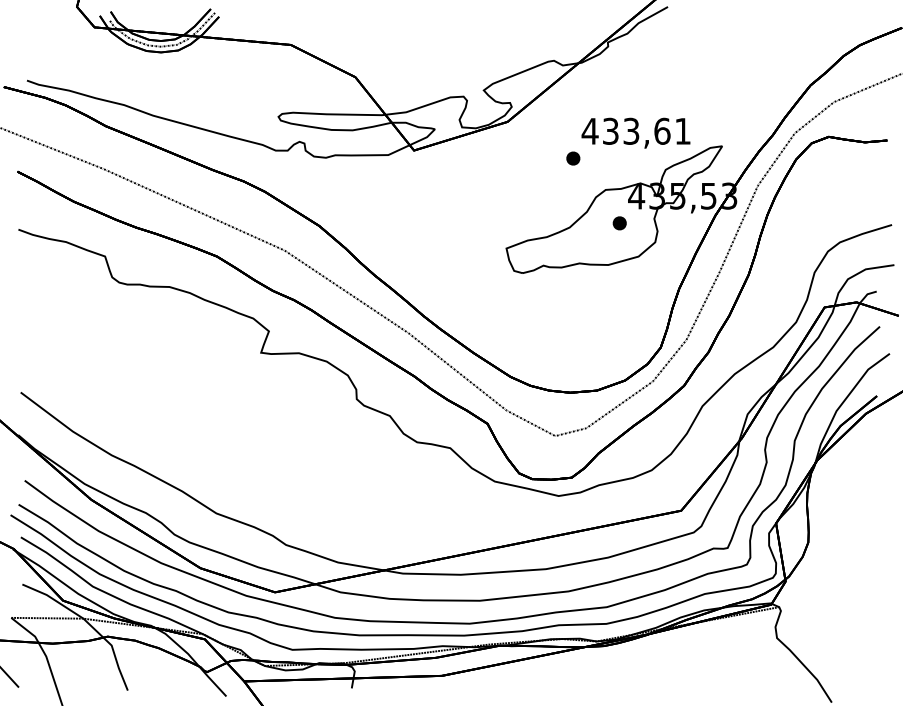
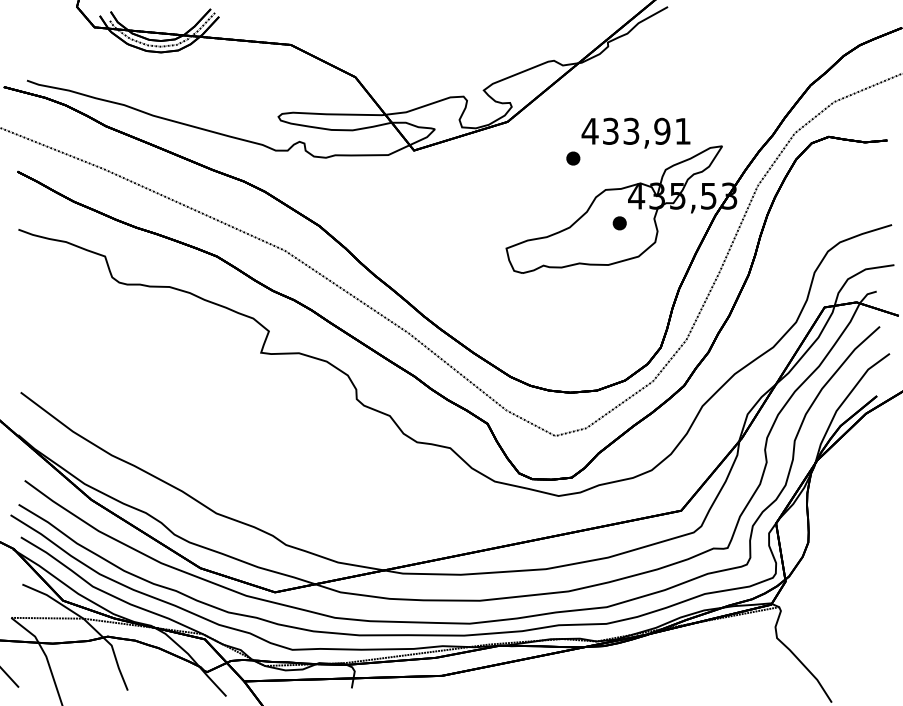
text at (662, 130): 433,61 -> 433,91
